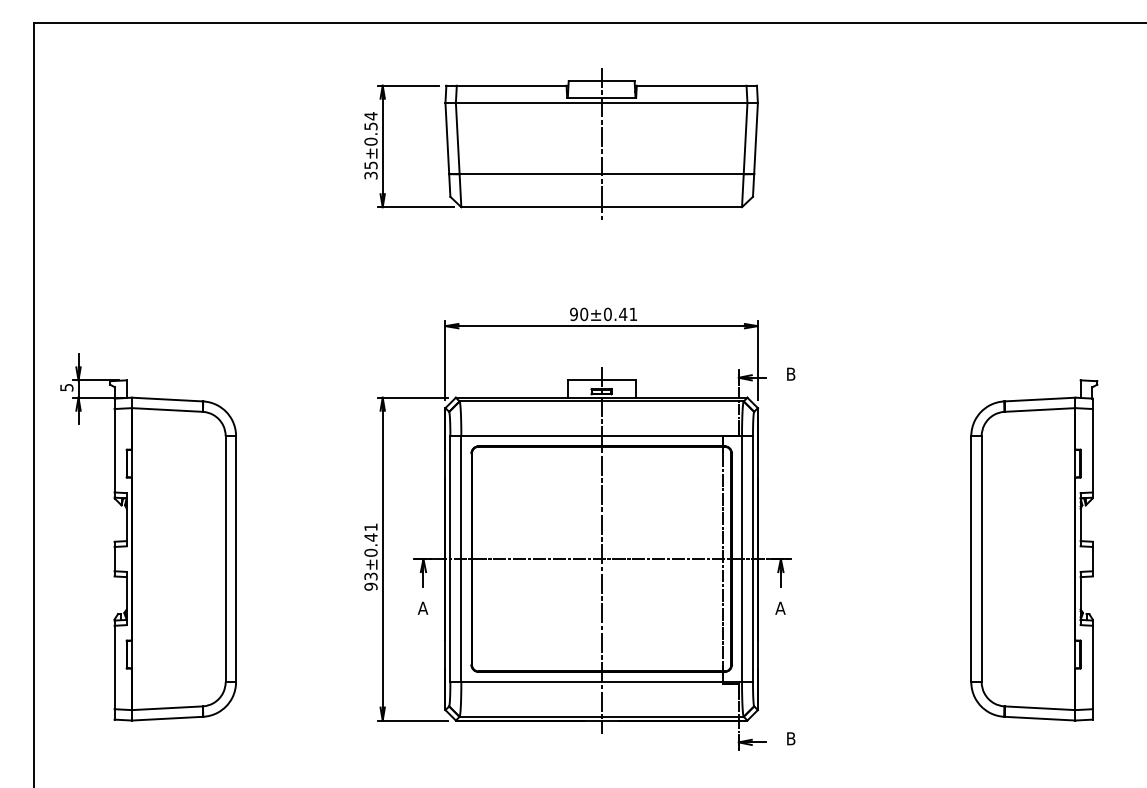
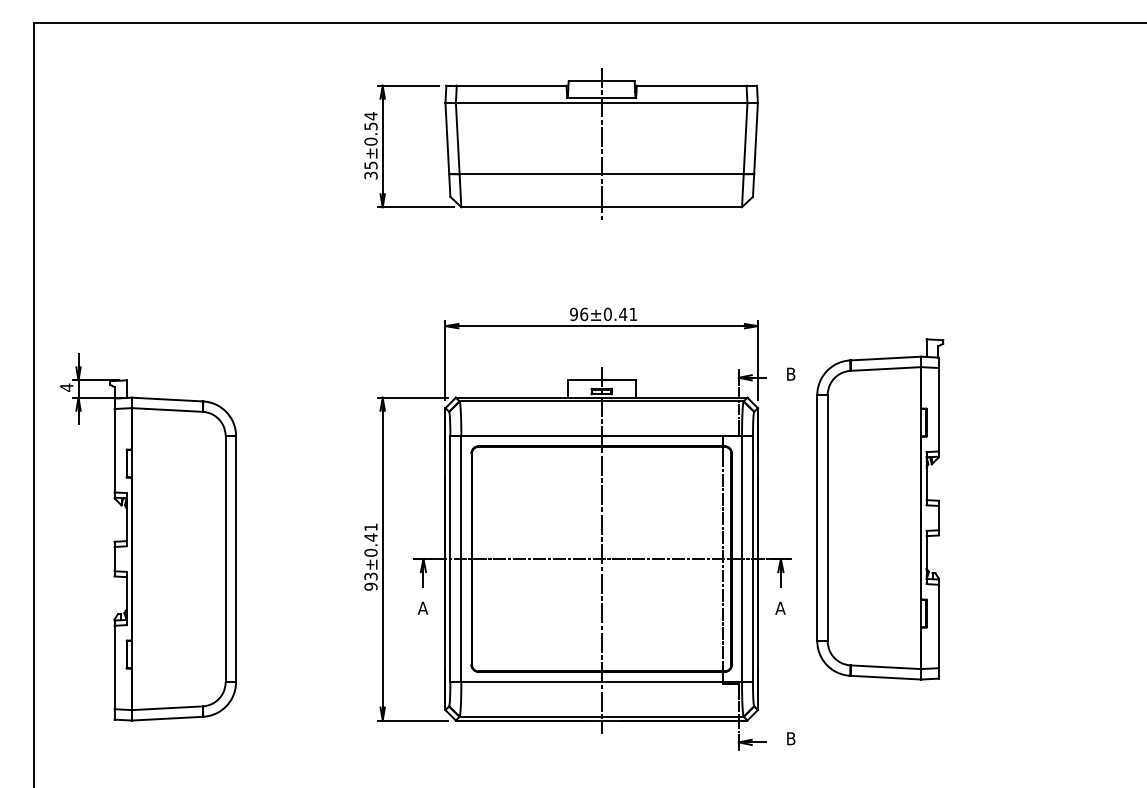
text at (584, 313): 90±0.41 -> 96±0.41
text at (66, 387): 5 -> 4
part at (1034, 550) position: (1034, 550) -> (880, 509)
